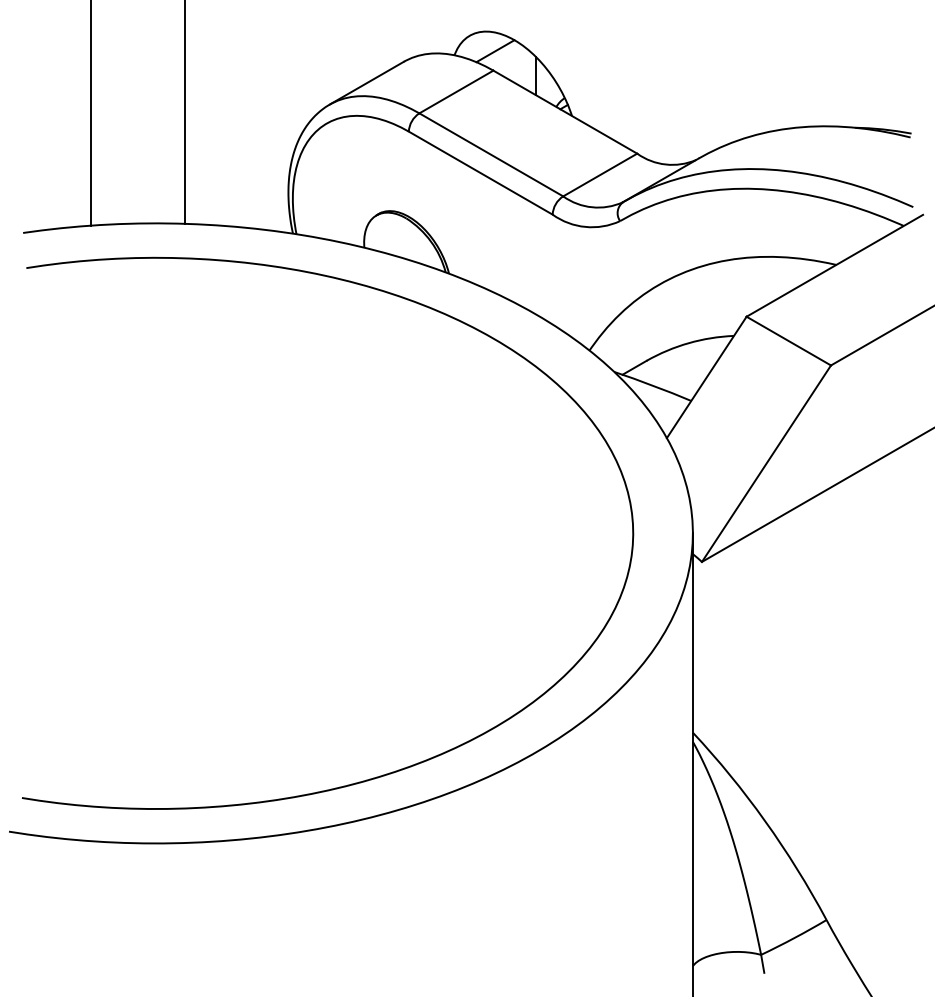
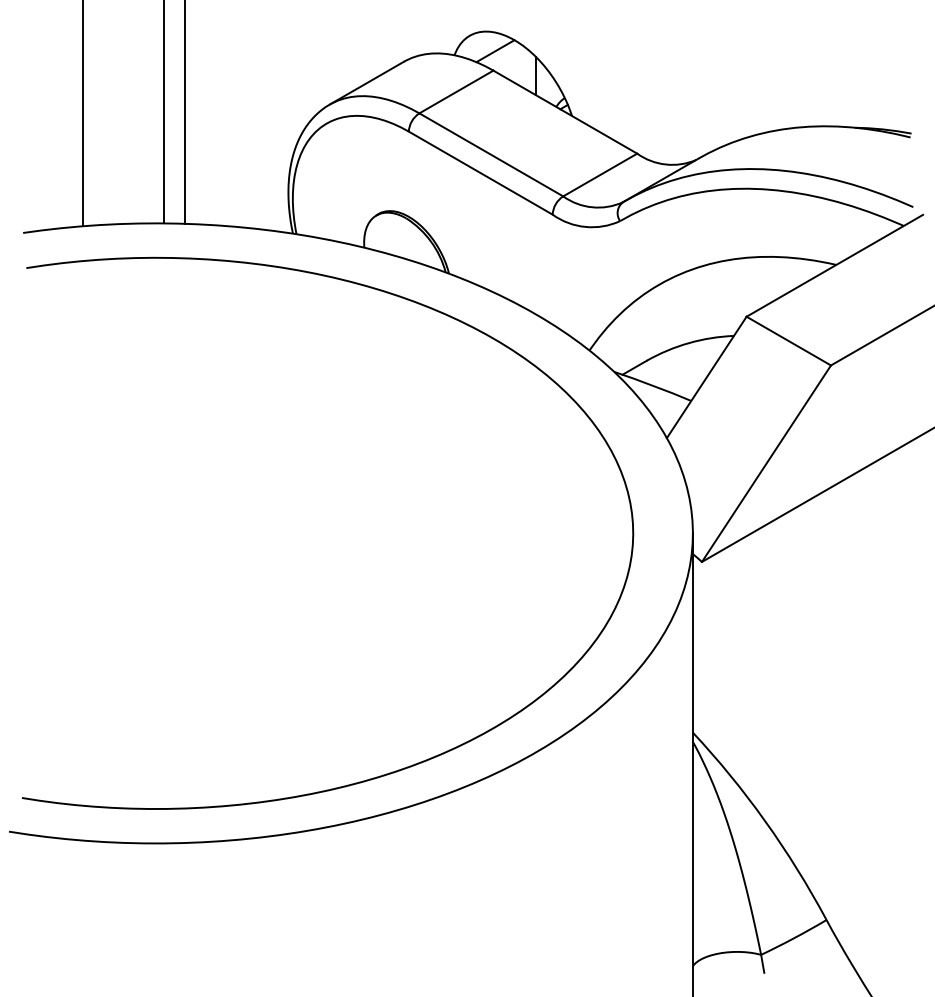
line at (163, 112): none -> present
line at (90, 114) position: (90, 114) -> (82, 114)
